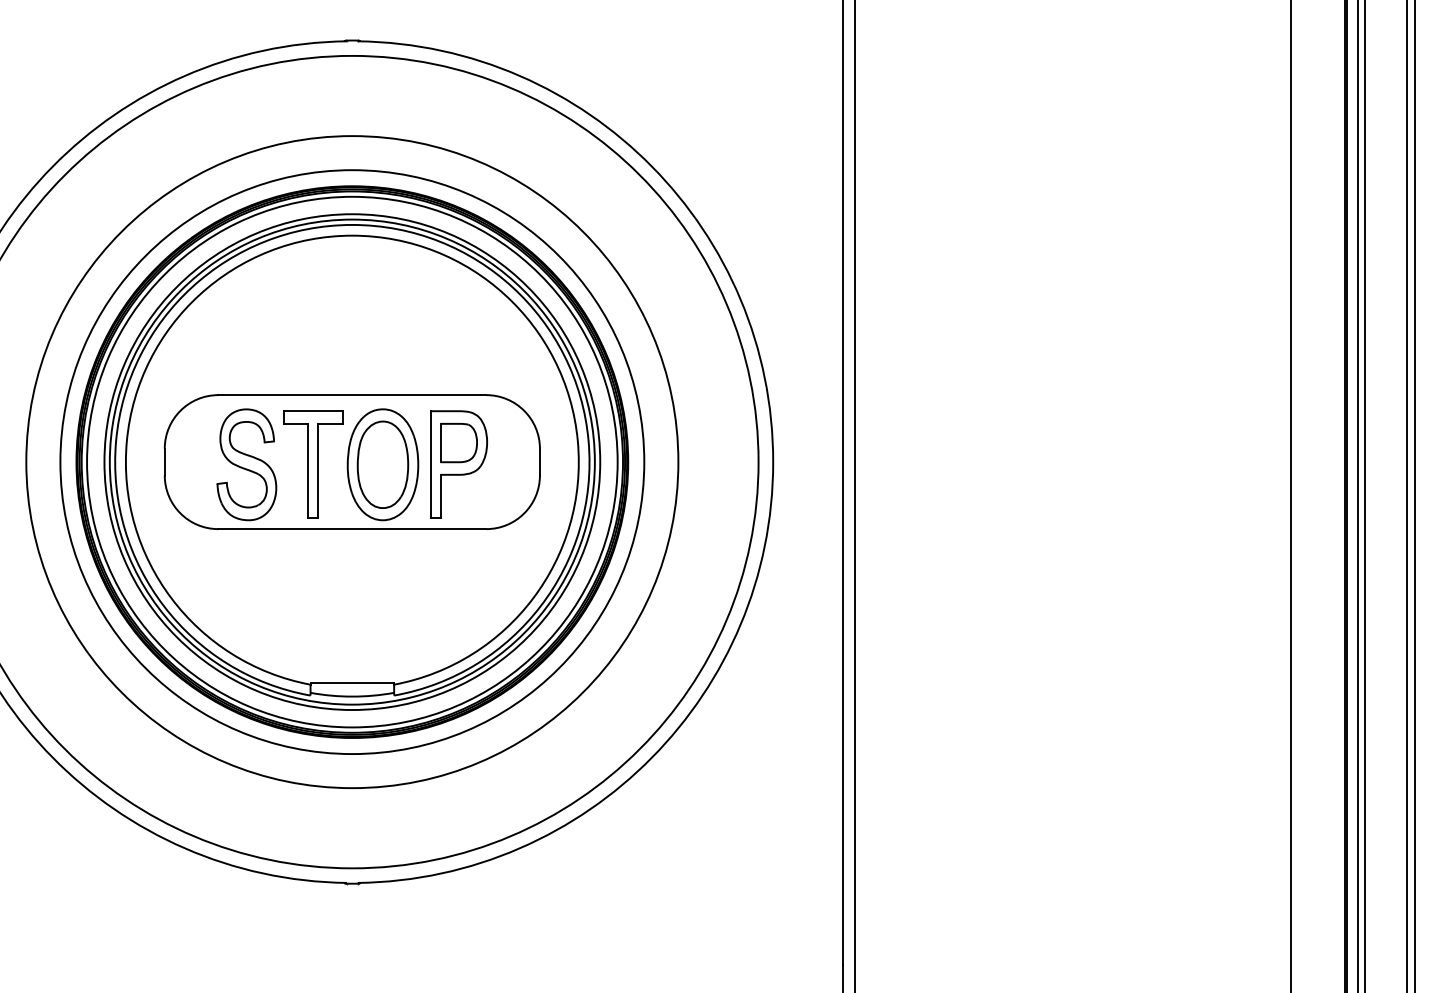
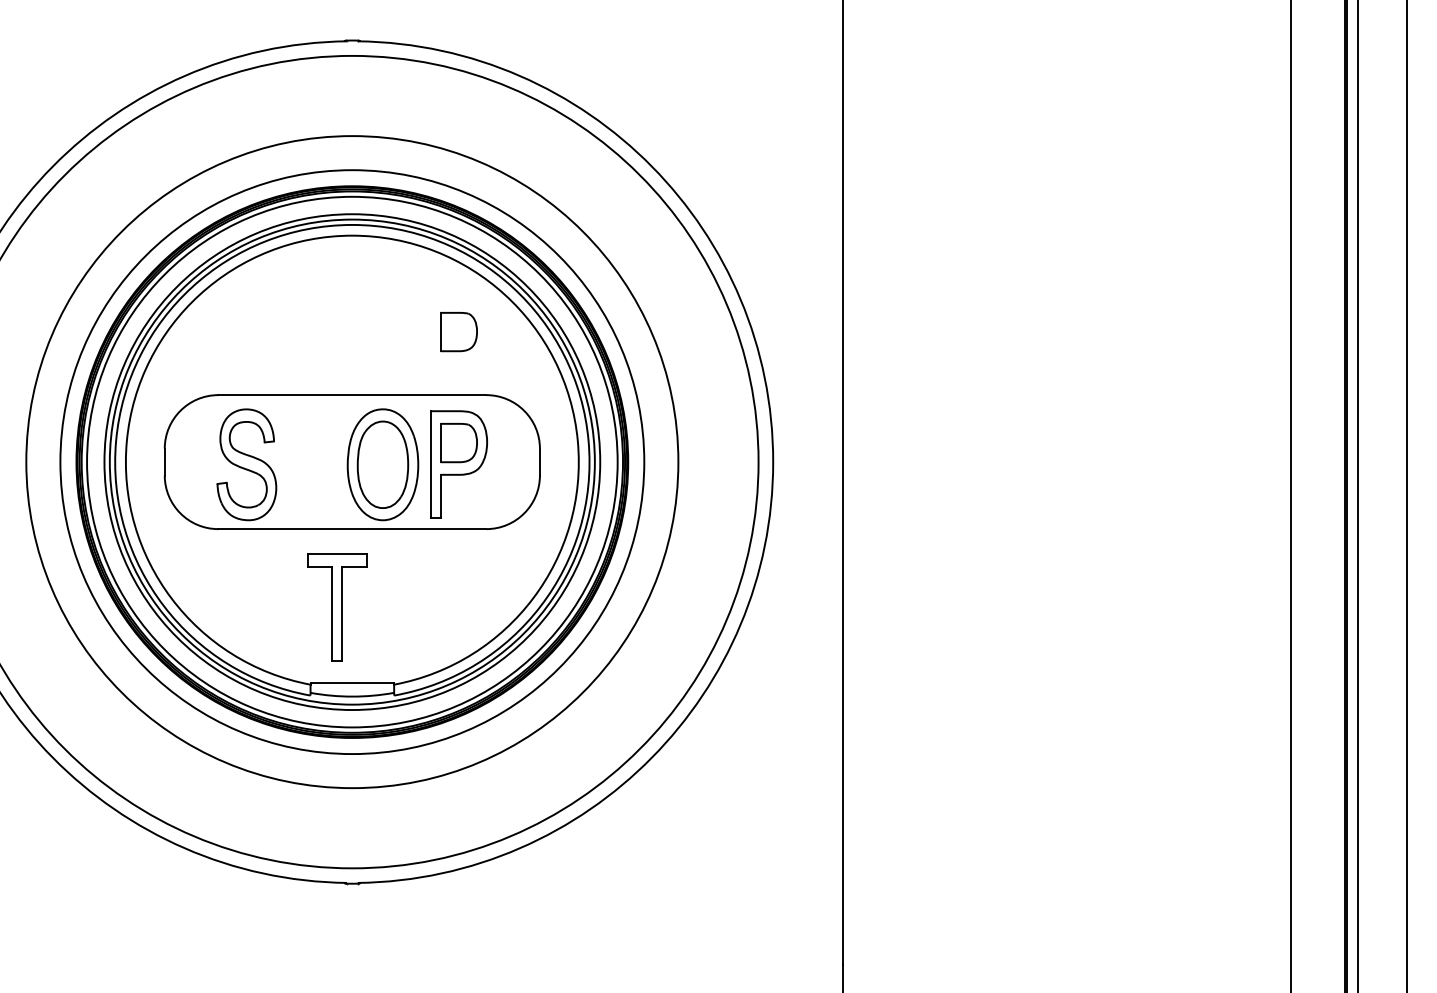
part at (458, 332): none -> present
part at (313, 464) position: (313, 464) -> (337, 607)
line at (855, 495): present -> none
line at (1364, 495): present -> none
line at (1415, 495): present -> none
